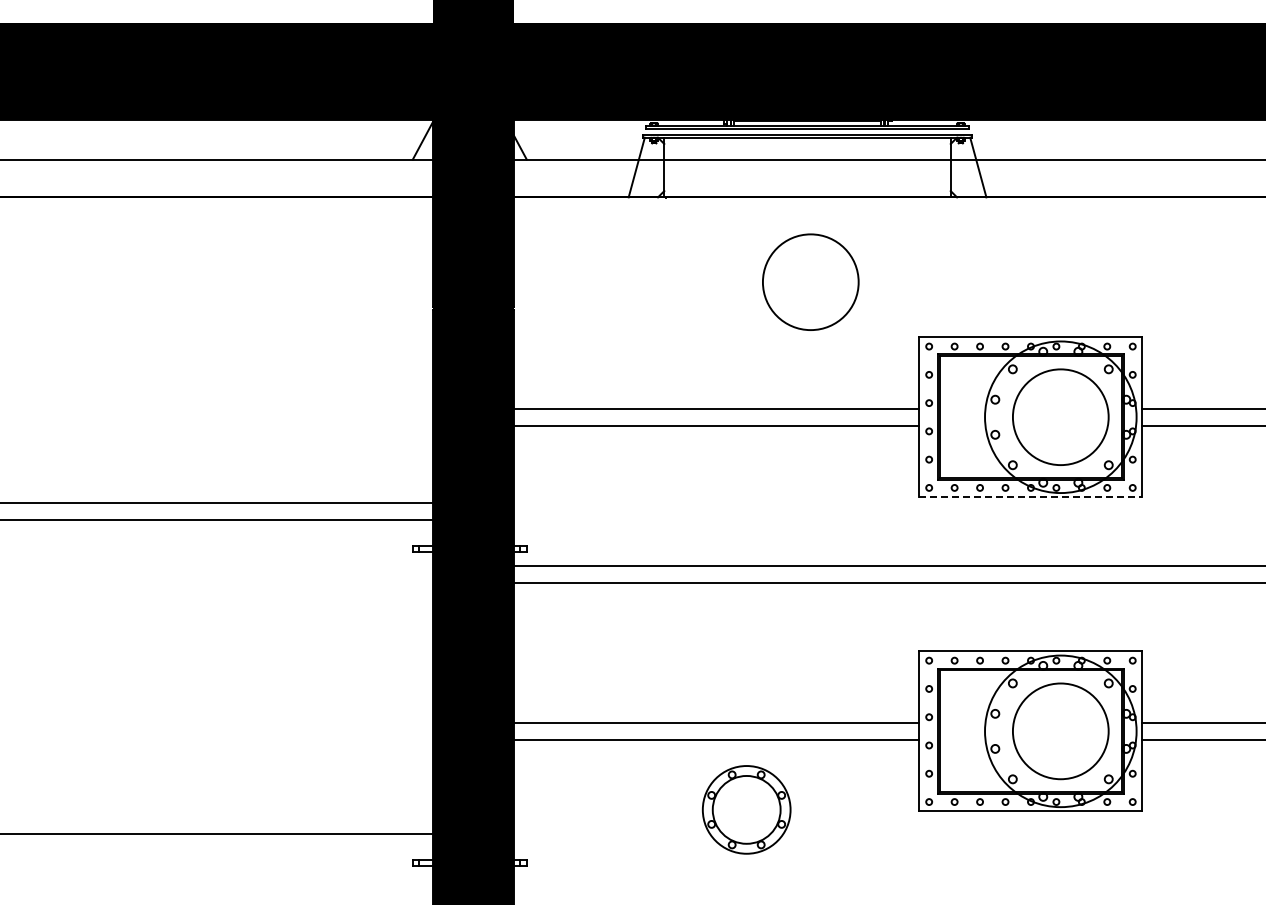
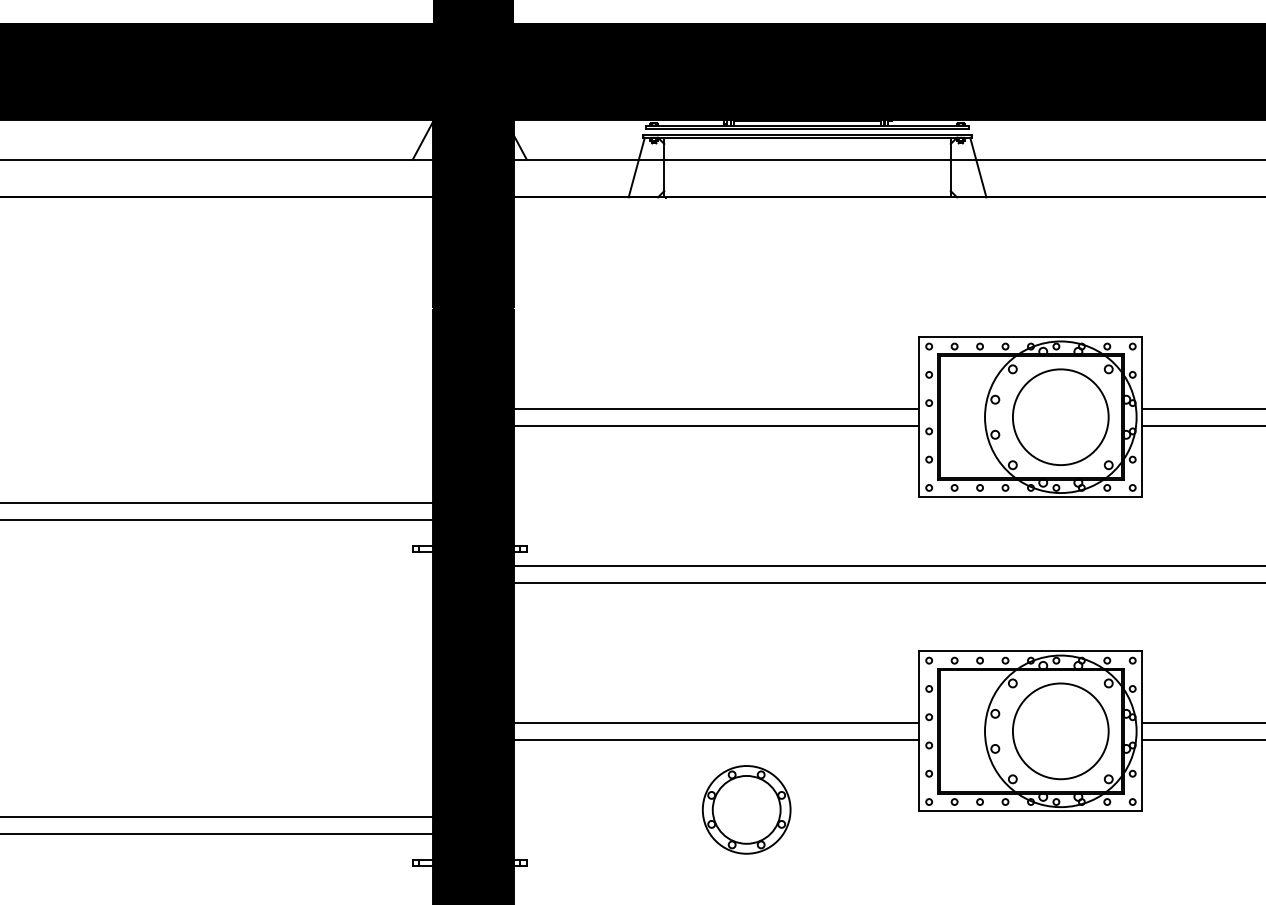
circle at (810, 281): present -> none
line at (1030, 497): dashed -> solid
line at (228, 816): none -> present
